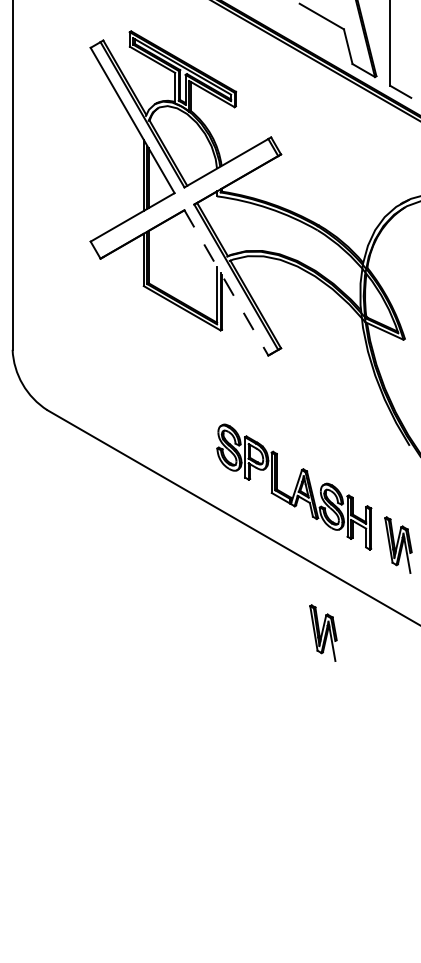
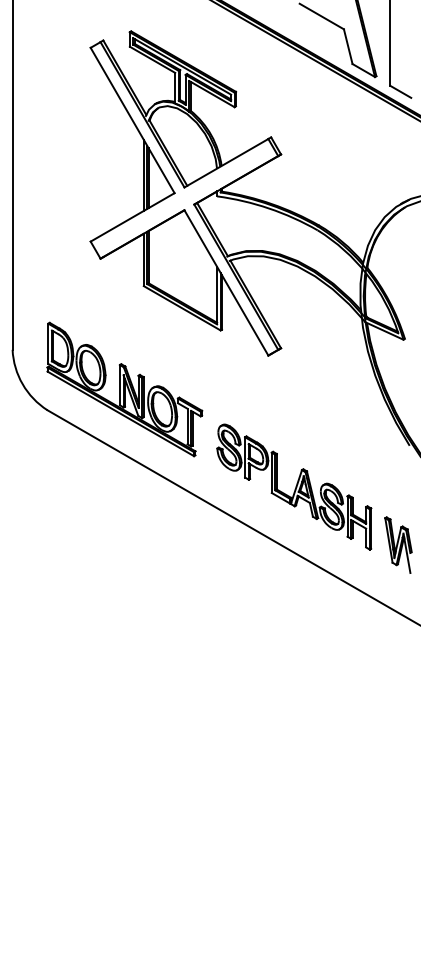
line at (226, 282): dashed -> solid
part at (124, 389): none -> present
part at (323, 632): present -> none
